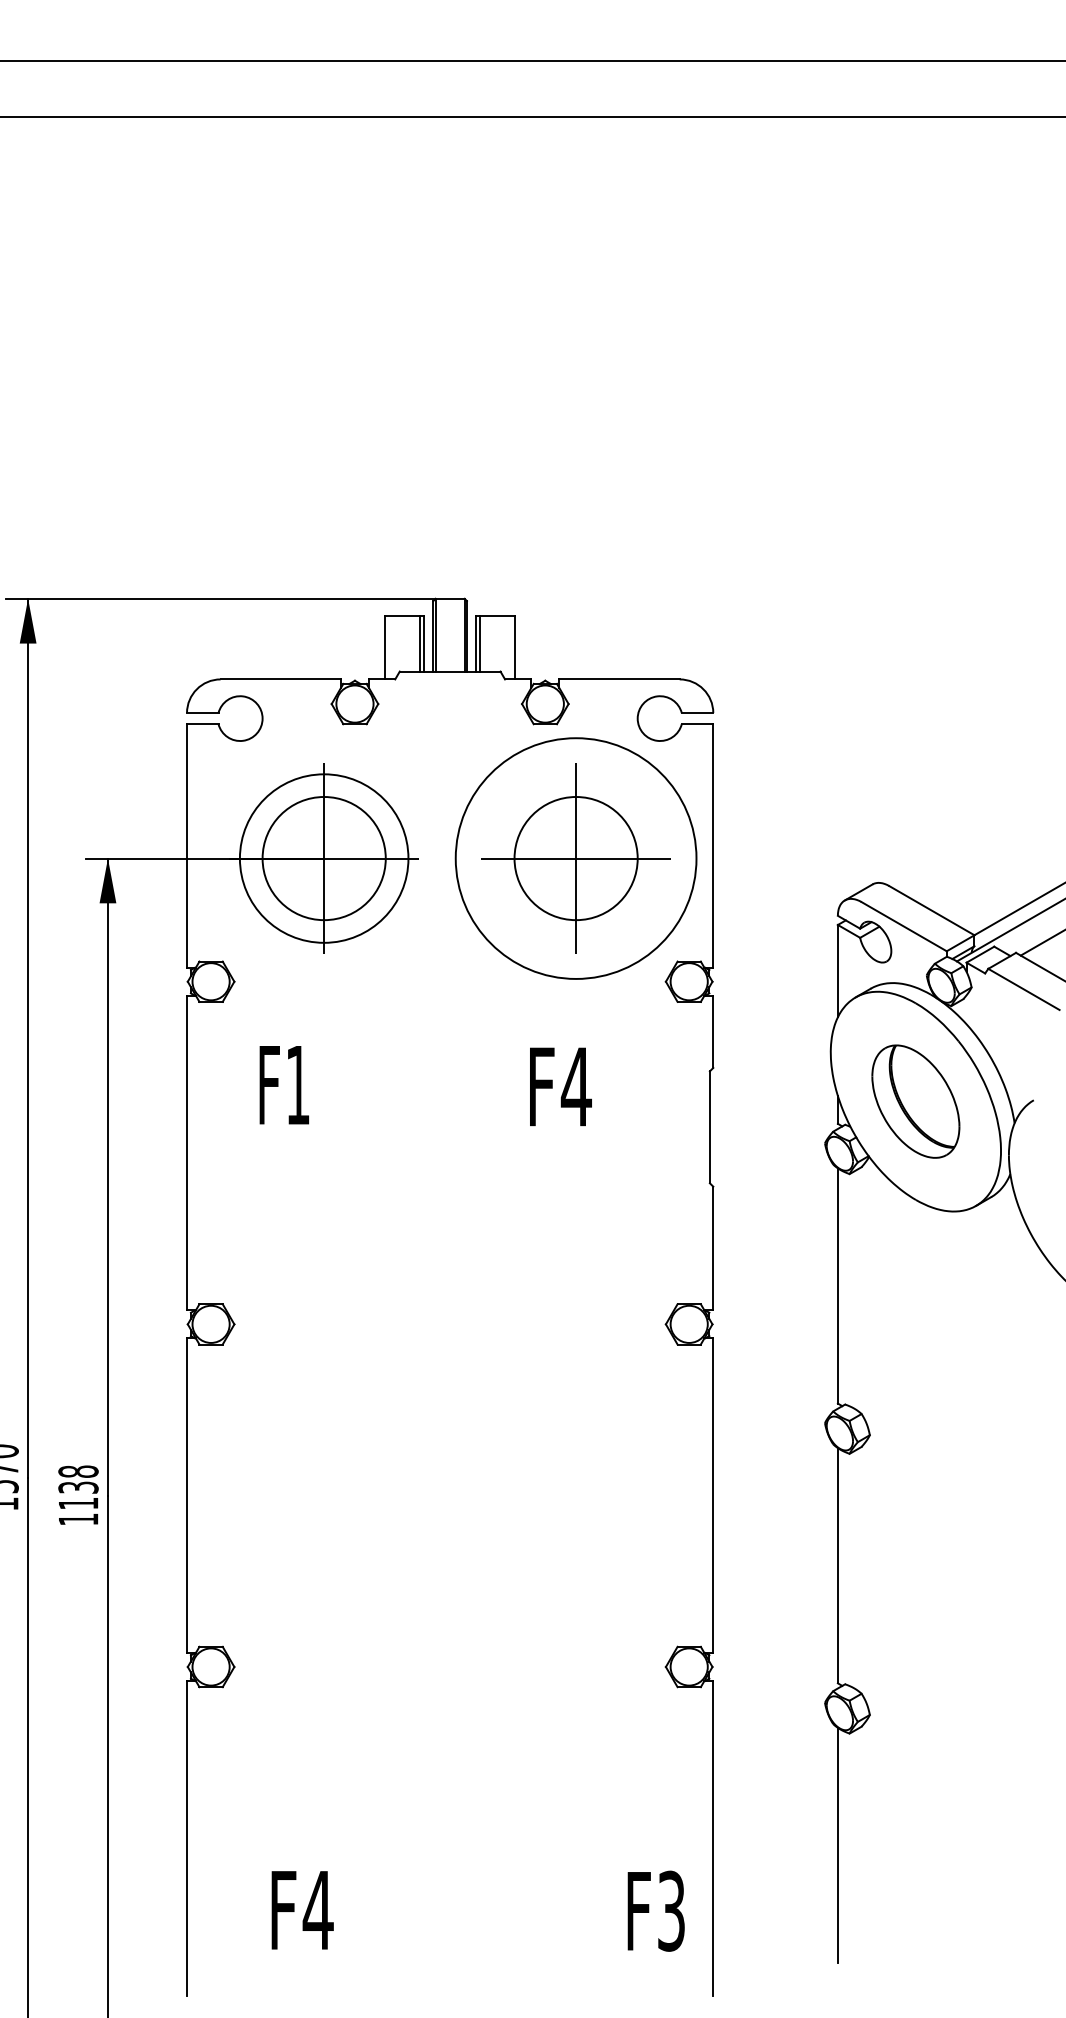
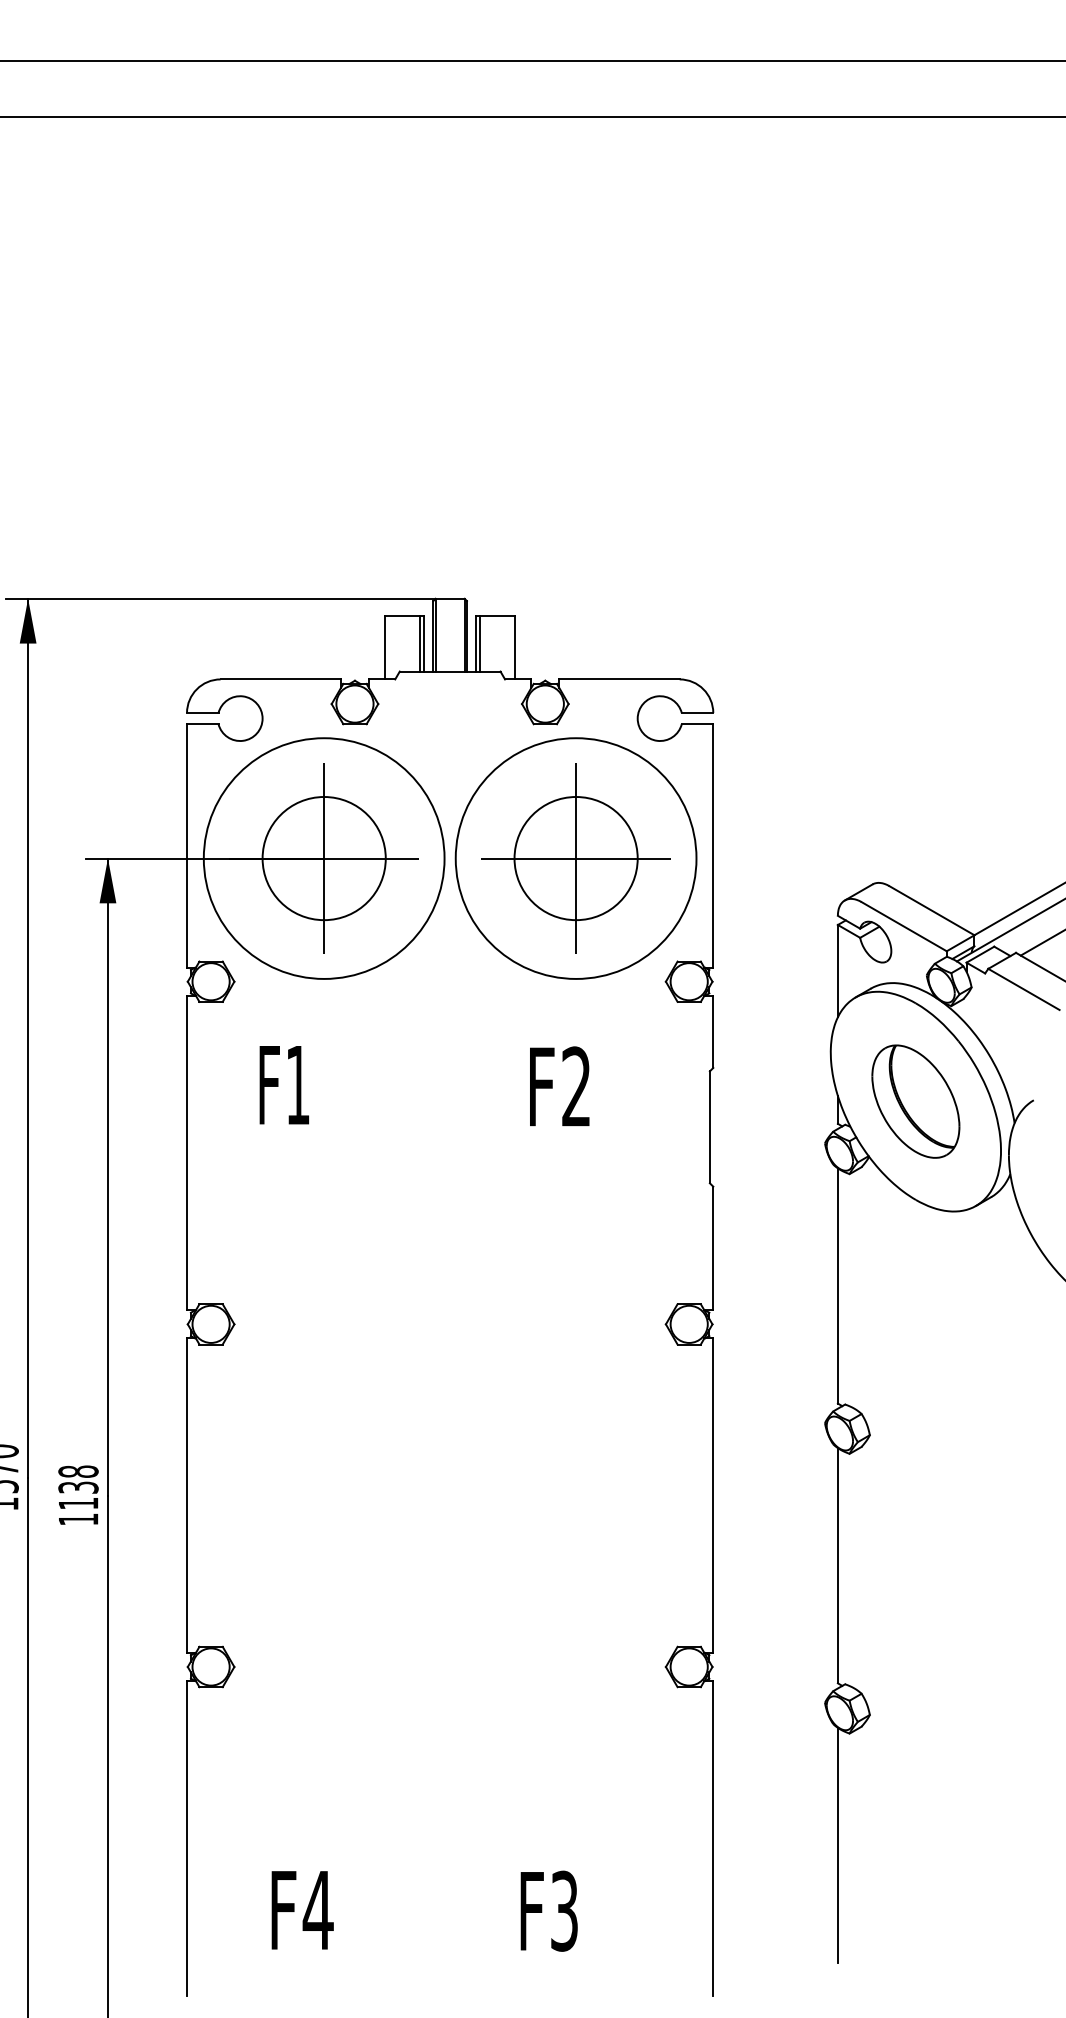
circle at (323, 858) diameter: 169 px -> 241 px
text at (575, 1086): F4 -> F2
text at (655, 1910) position: (655, 1910) -> (548, 1910)
